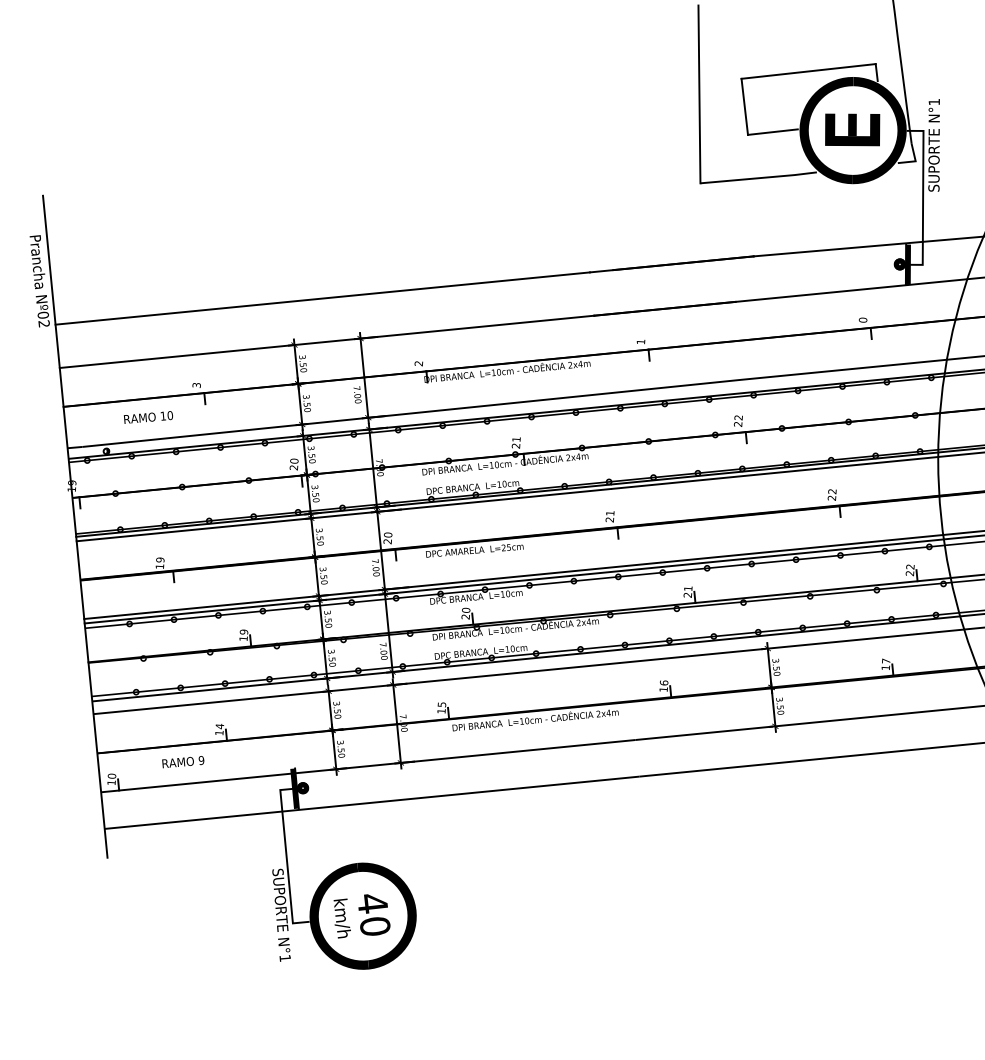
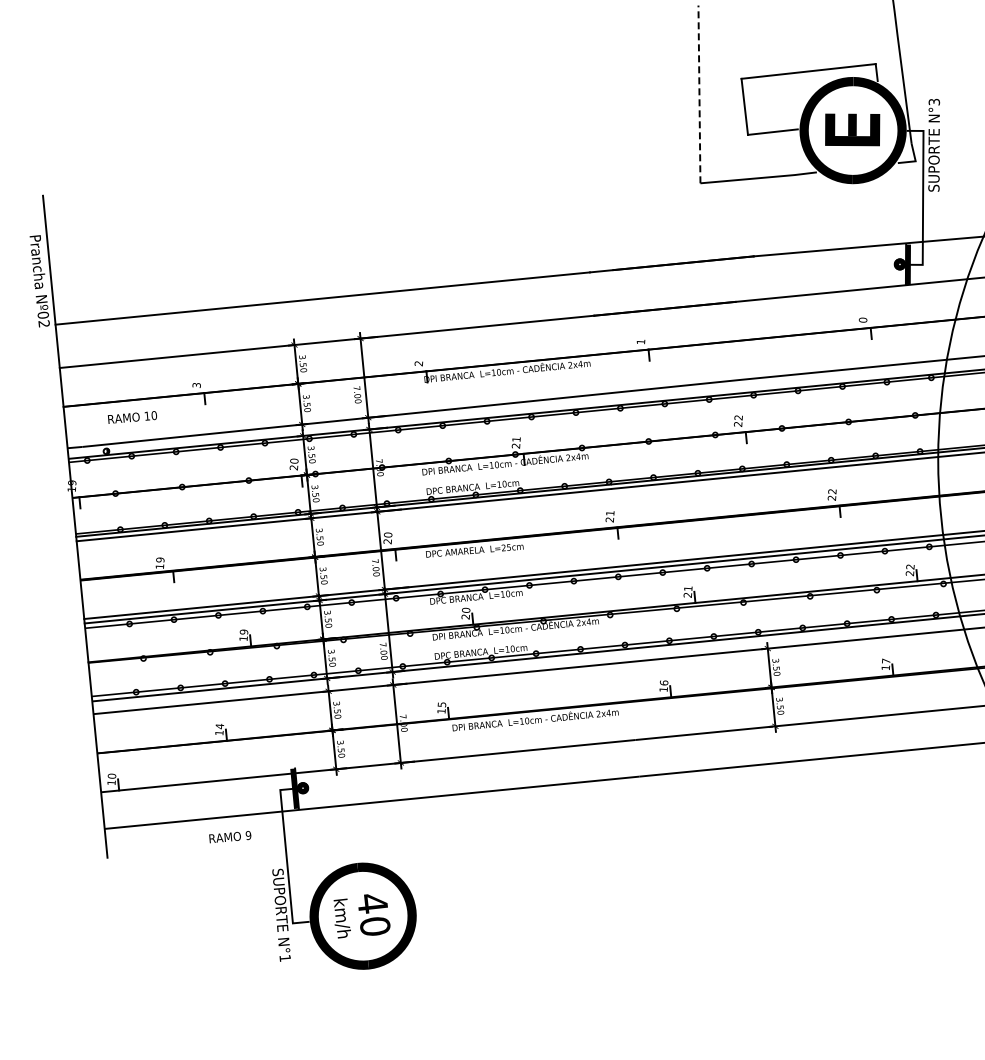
line at (699, 94): solid -> dashed
text at (934, 101): N°1 -> N°3
text at (148, 417) position: (148, 417) -> (132, 417)
text at (183, 762) position: (183, 762) -> (230, 837)
